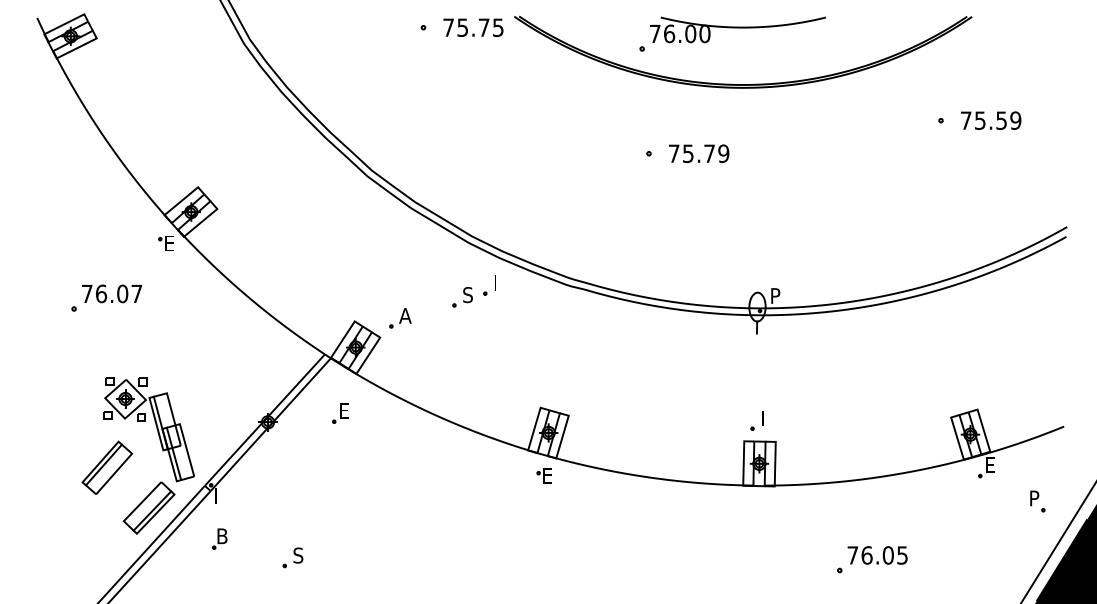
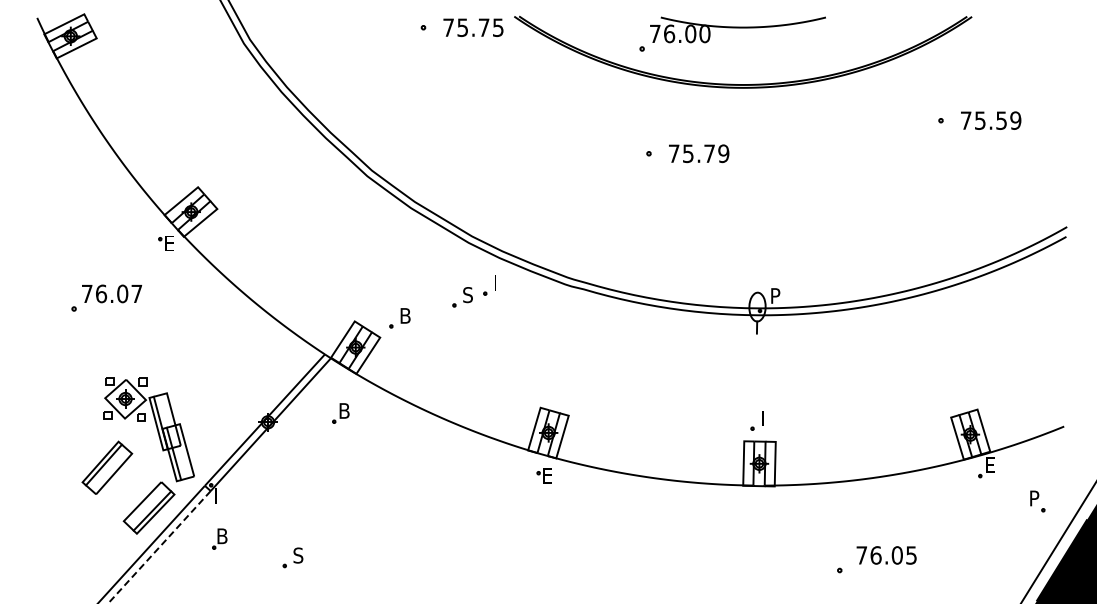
text at (405, 315): A -> B
text at (344, 410): E -> B
line at (159, 547): solid -> dashed
text at (877, 555) position: (877, 555) -> (886, 555)
